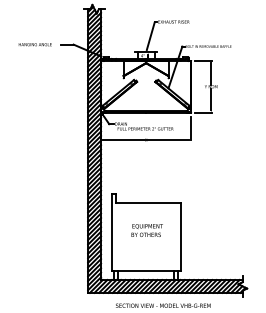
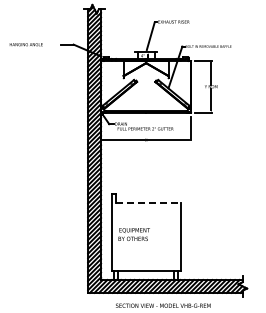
text at (34, 44) position: (34, 44) -> (25, 44)
line at (148, 202): solid -> dashed
text at (146, 230) position: (146, 230) -> (133, 234)
